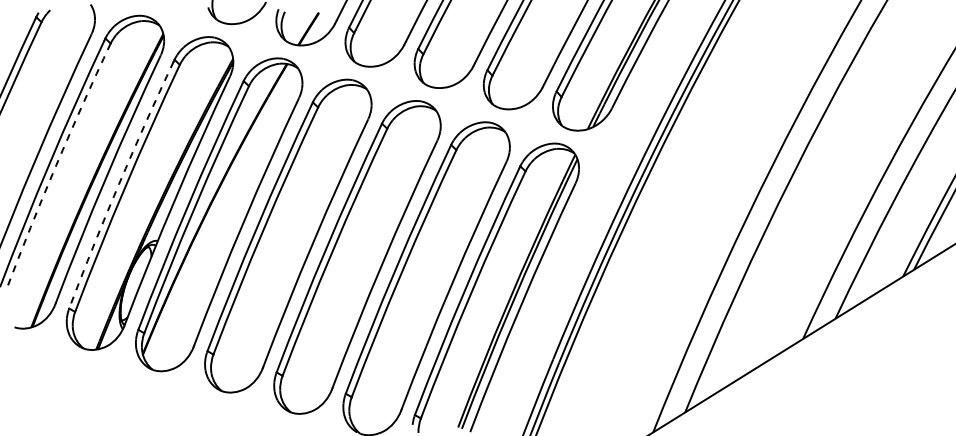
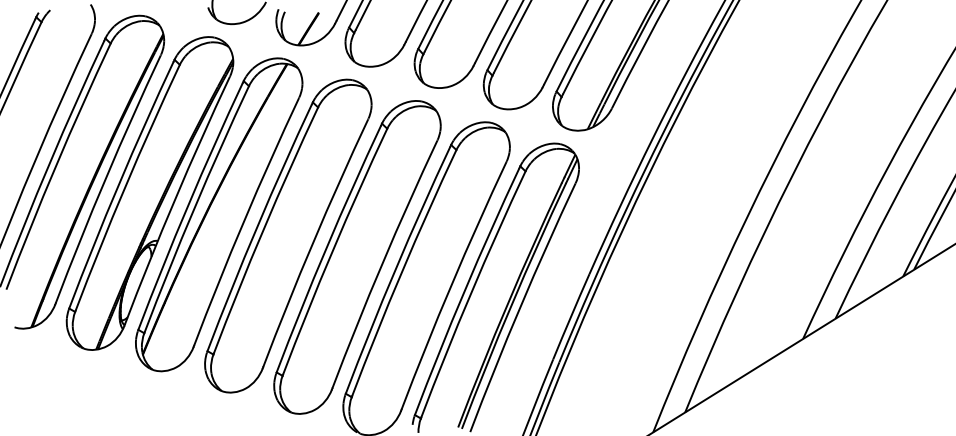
arc at (56, 165): dashed -> solid
arc at (119, 184): dashed -> solid
